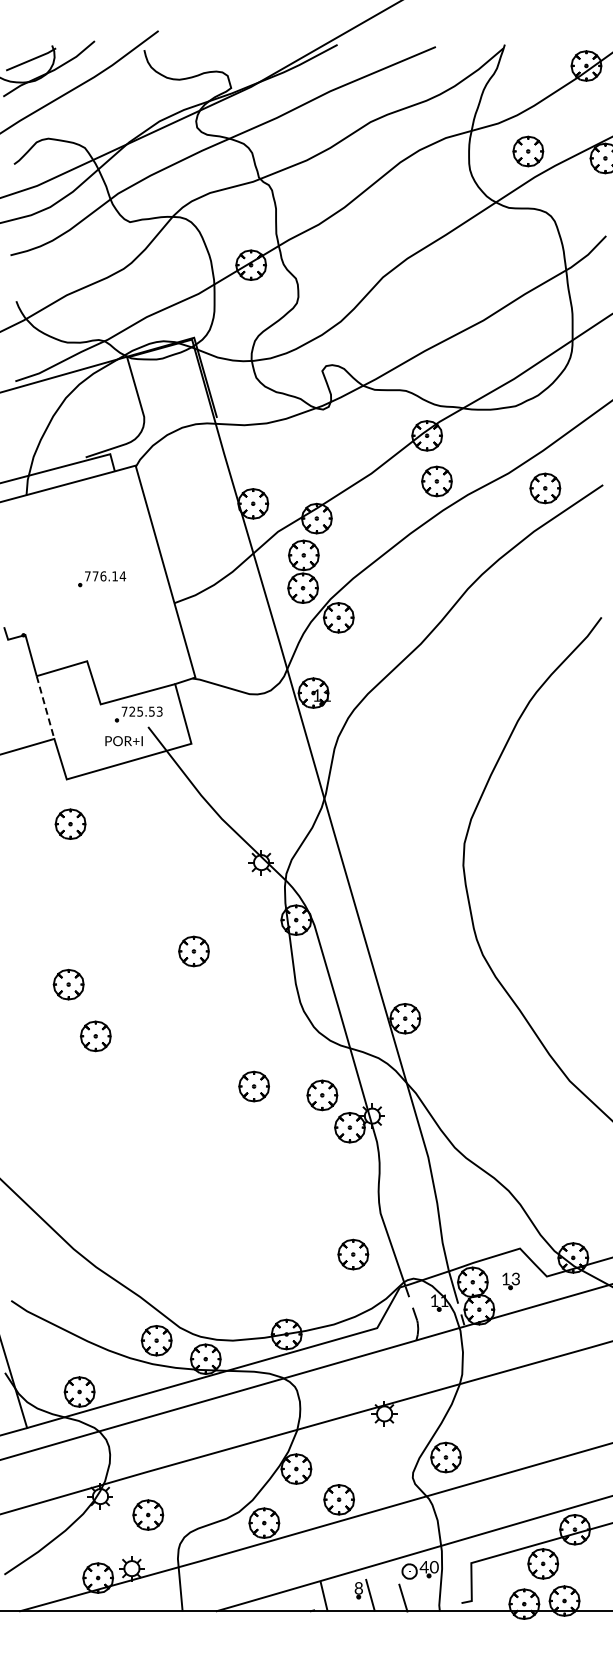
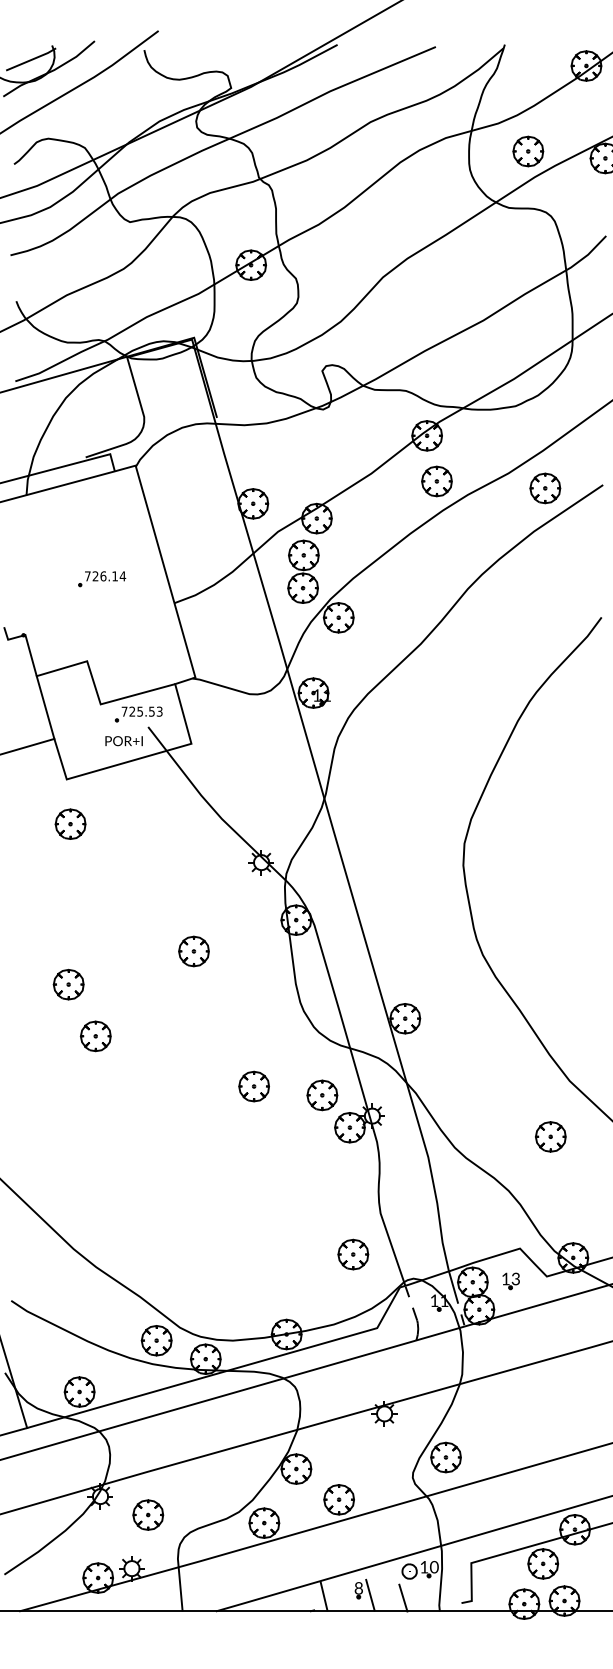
text at (95, 576): 776.14 -> 726.14
line at (45, 707): dashed -> solid
part at (550, 1136): none -> present
text at (423, 1567): 40 -> 10
